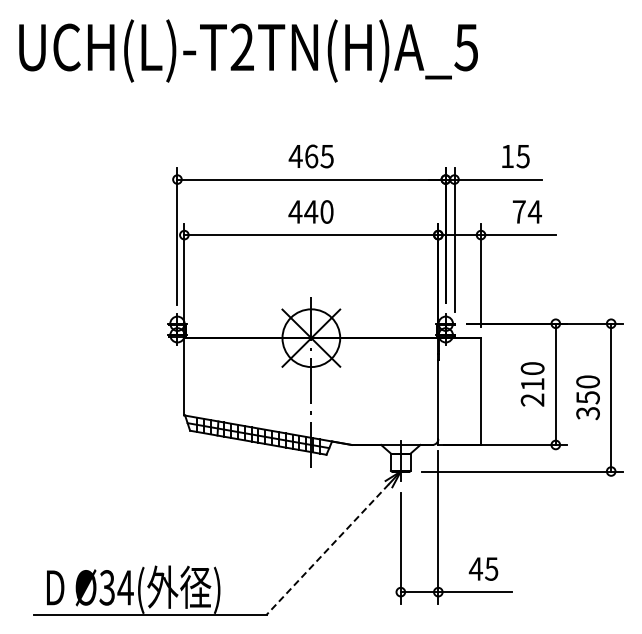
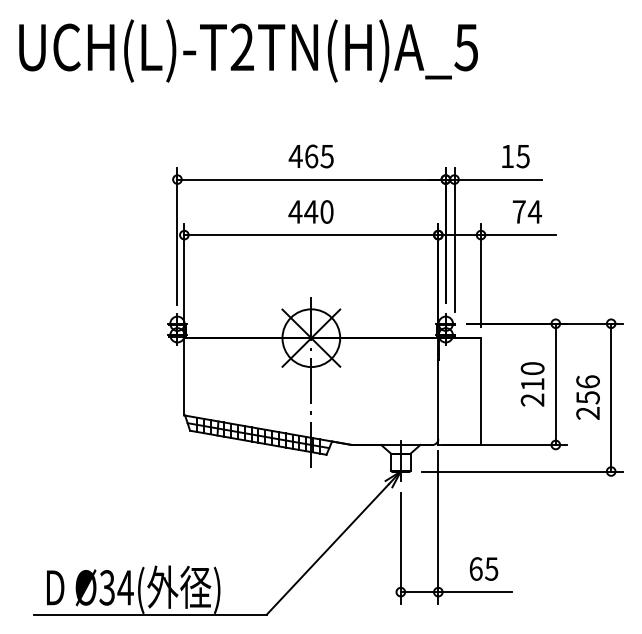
text at (587, 397): 350 -> 256
line at (327, 549): dashed -> solid
text at (475, 568): 45 -> 65
